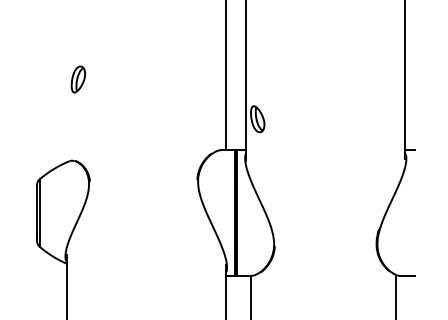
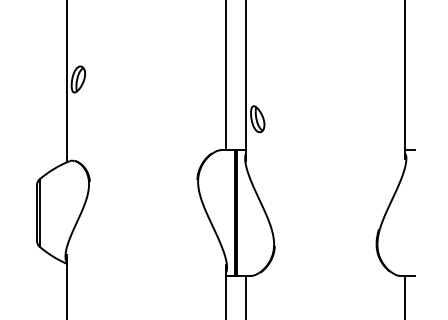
line at (66, 82): none -> present
line at (251, 295) position: (251, 295) -> (246, 295)
line at (396, 295) position: (396, 295) -> (405, 295)
